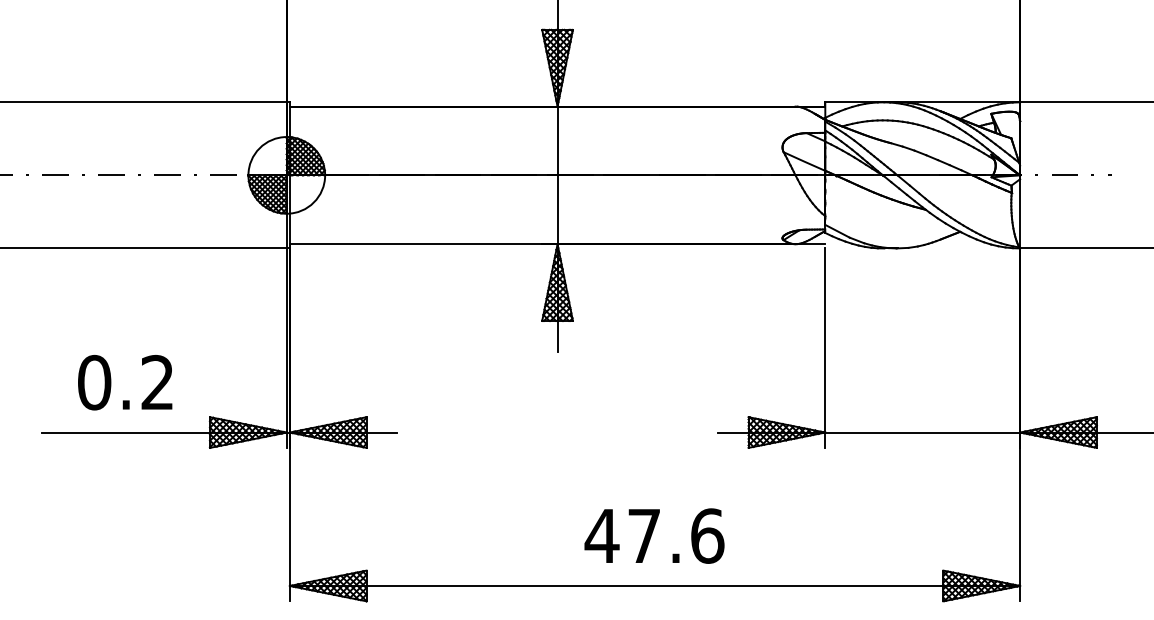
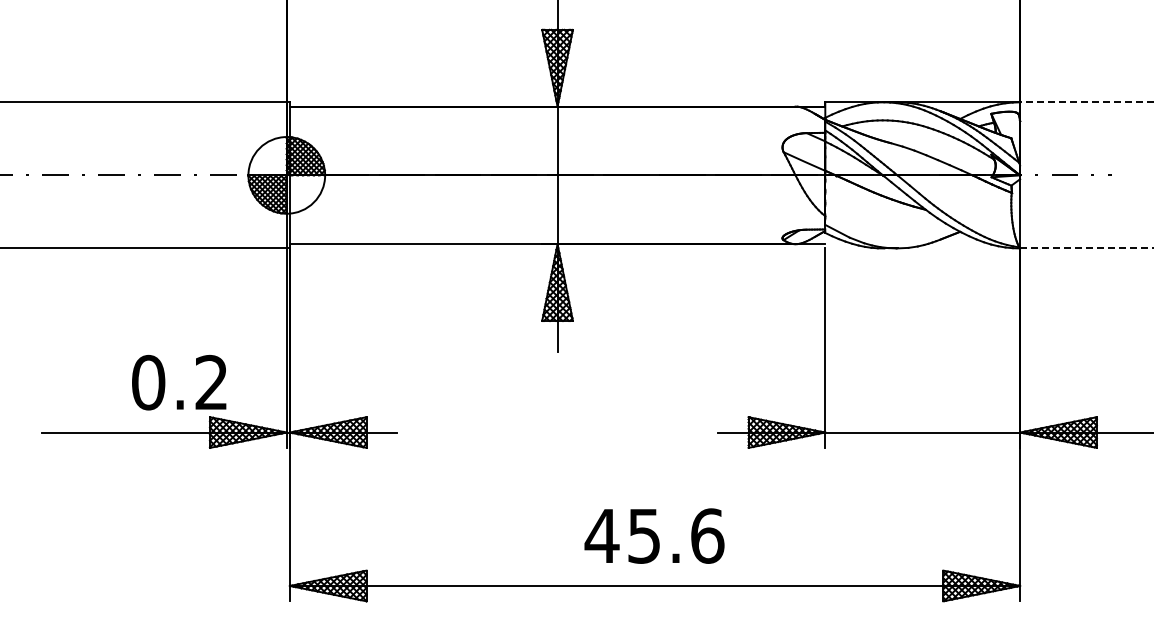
line at (1086, 102): solid -> dashed
line at (1086, 248): solid -> dashed
text at (125, 382) position: (125, 382) -> (179, 382)
text at (643, 536): 47.6 -> 45.6
